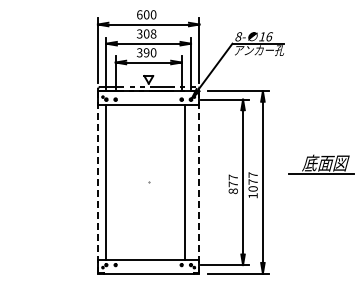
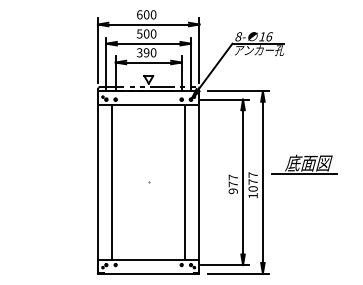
text at (146, 33): 308 -> 500
part at (321, 164) position: (321, 164) -> (304, 164)
line at (106, 181) position: (106, 181) -> (112, 181)
line at (97, 182): dashed -> solid
line at (199, 182): dashed -> solid
text at (232, 191): 877 -> 977
